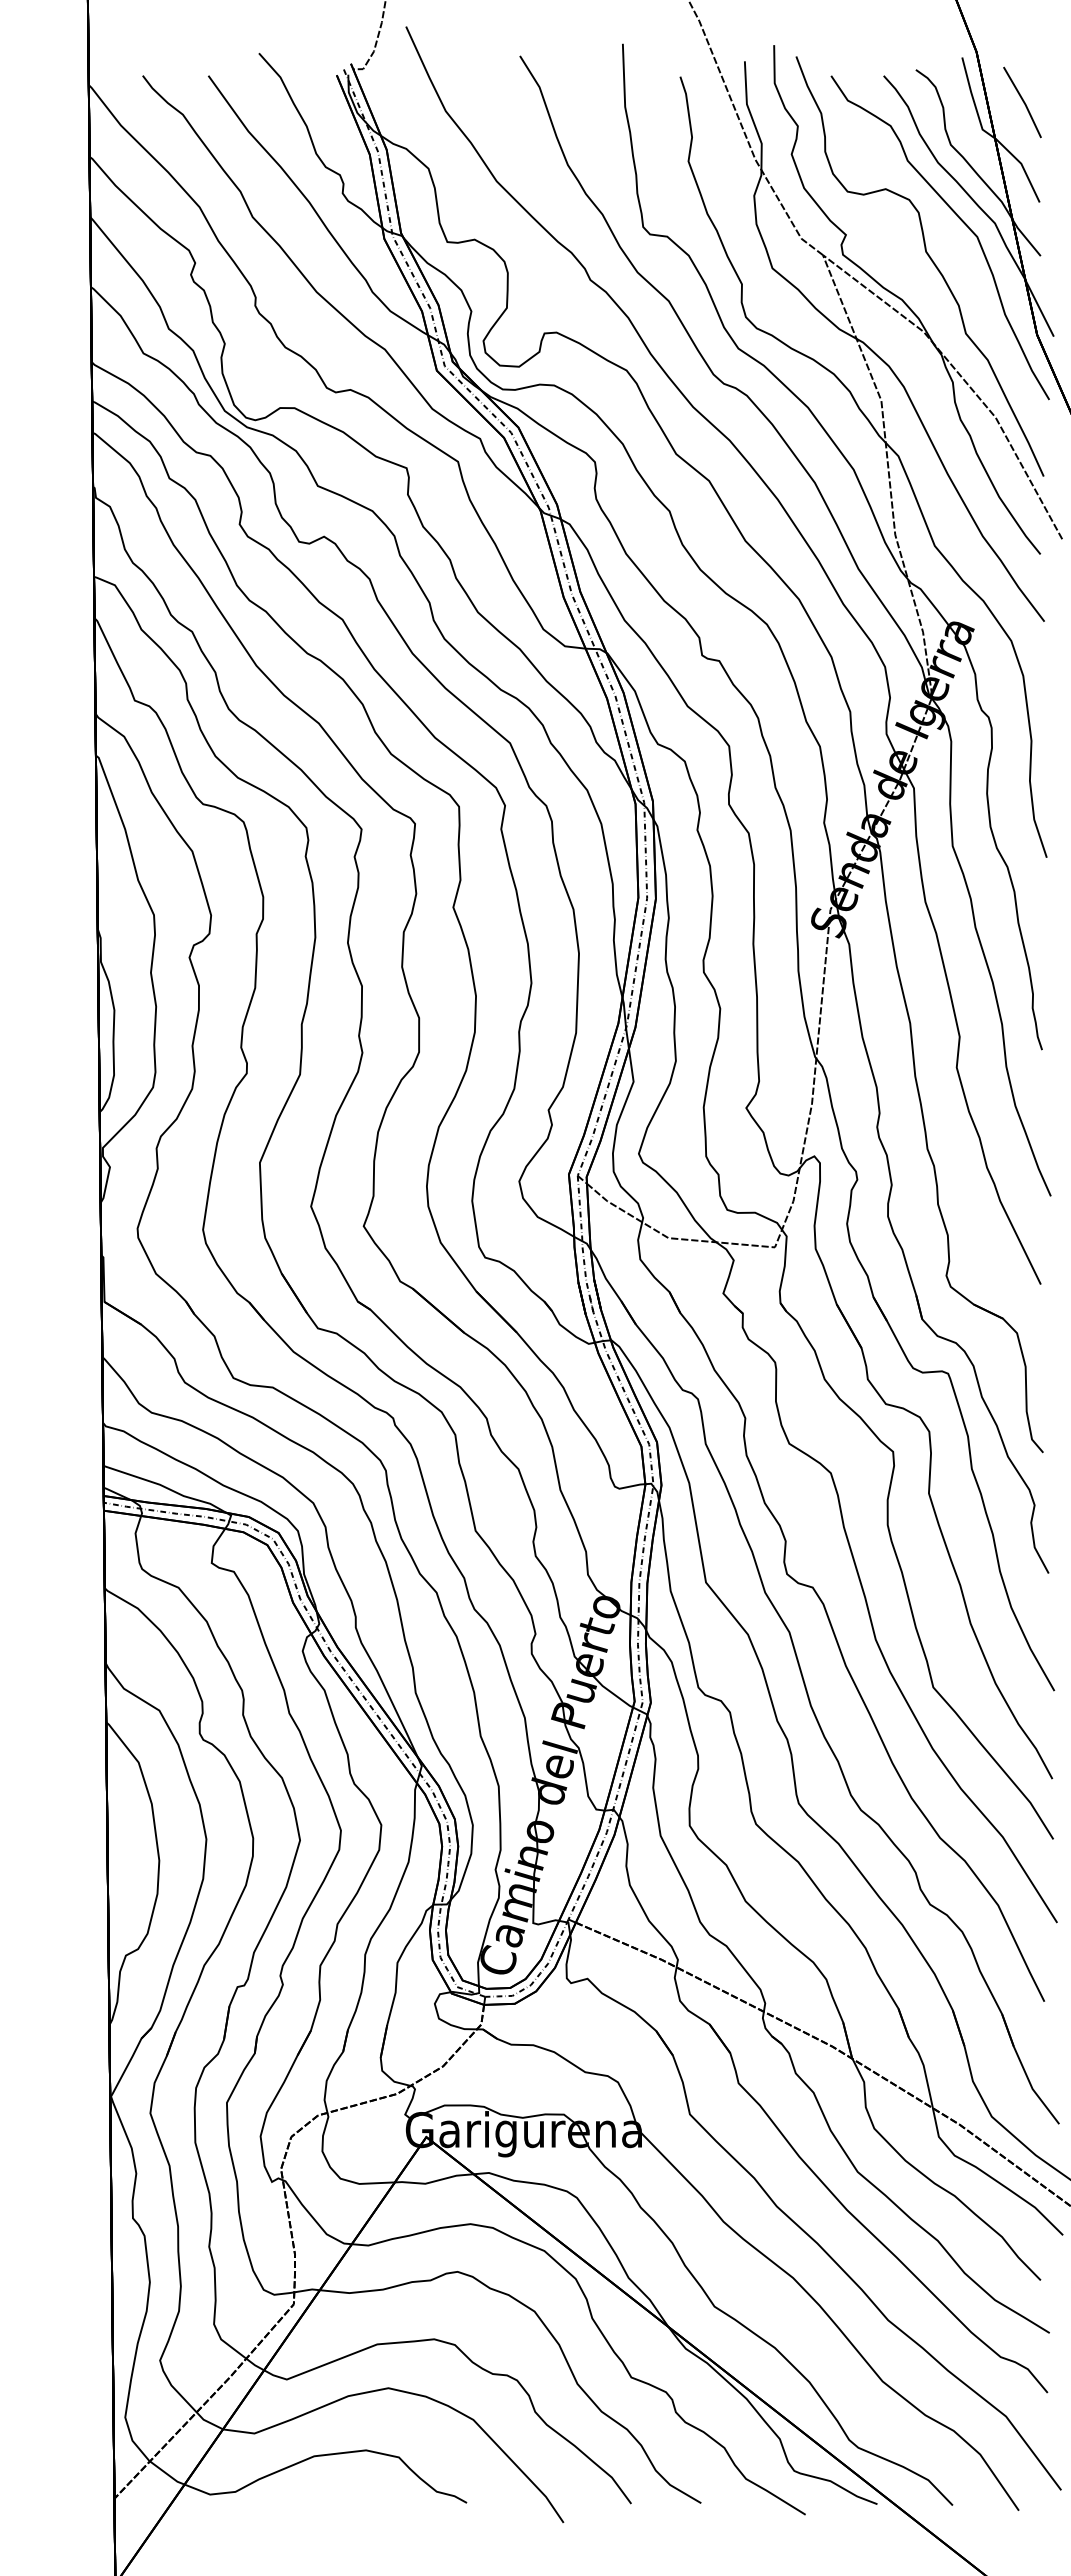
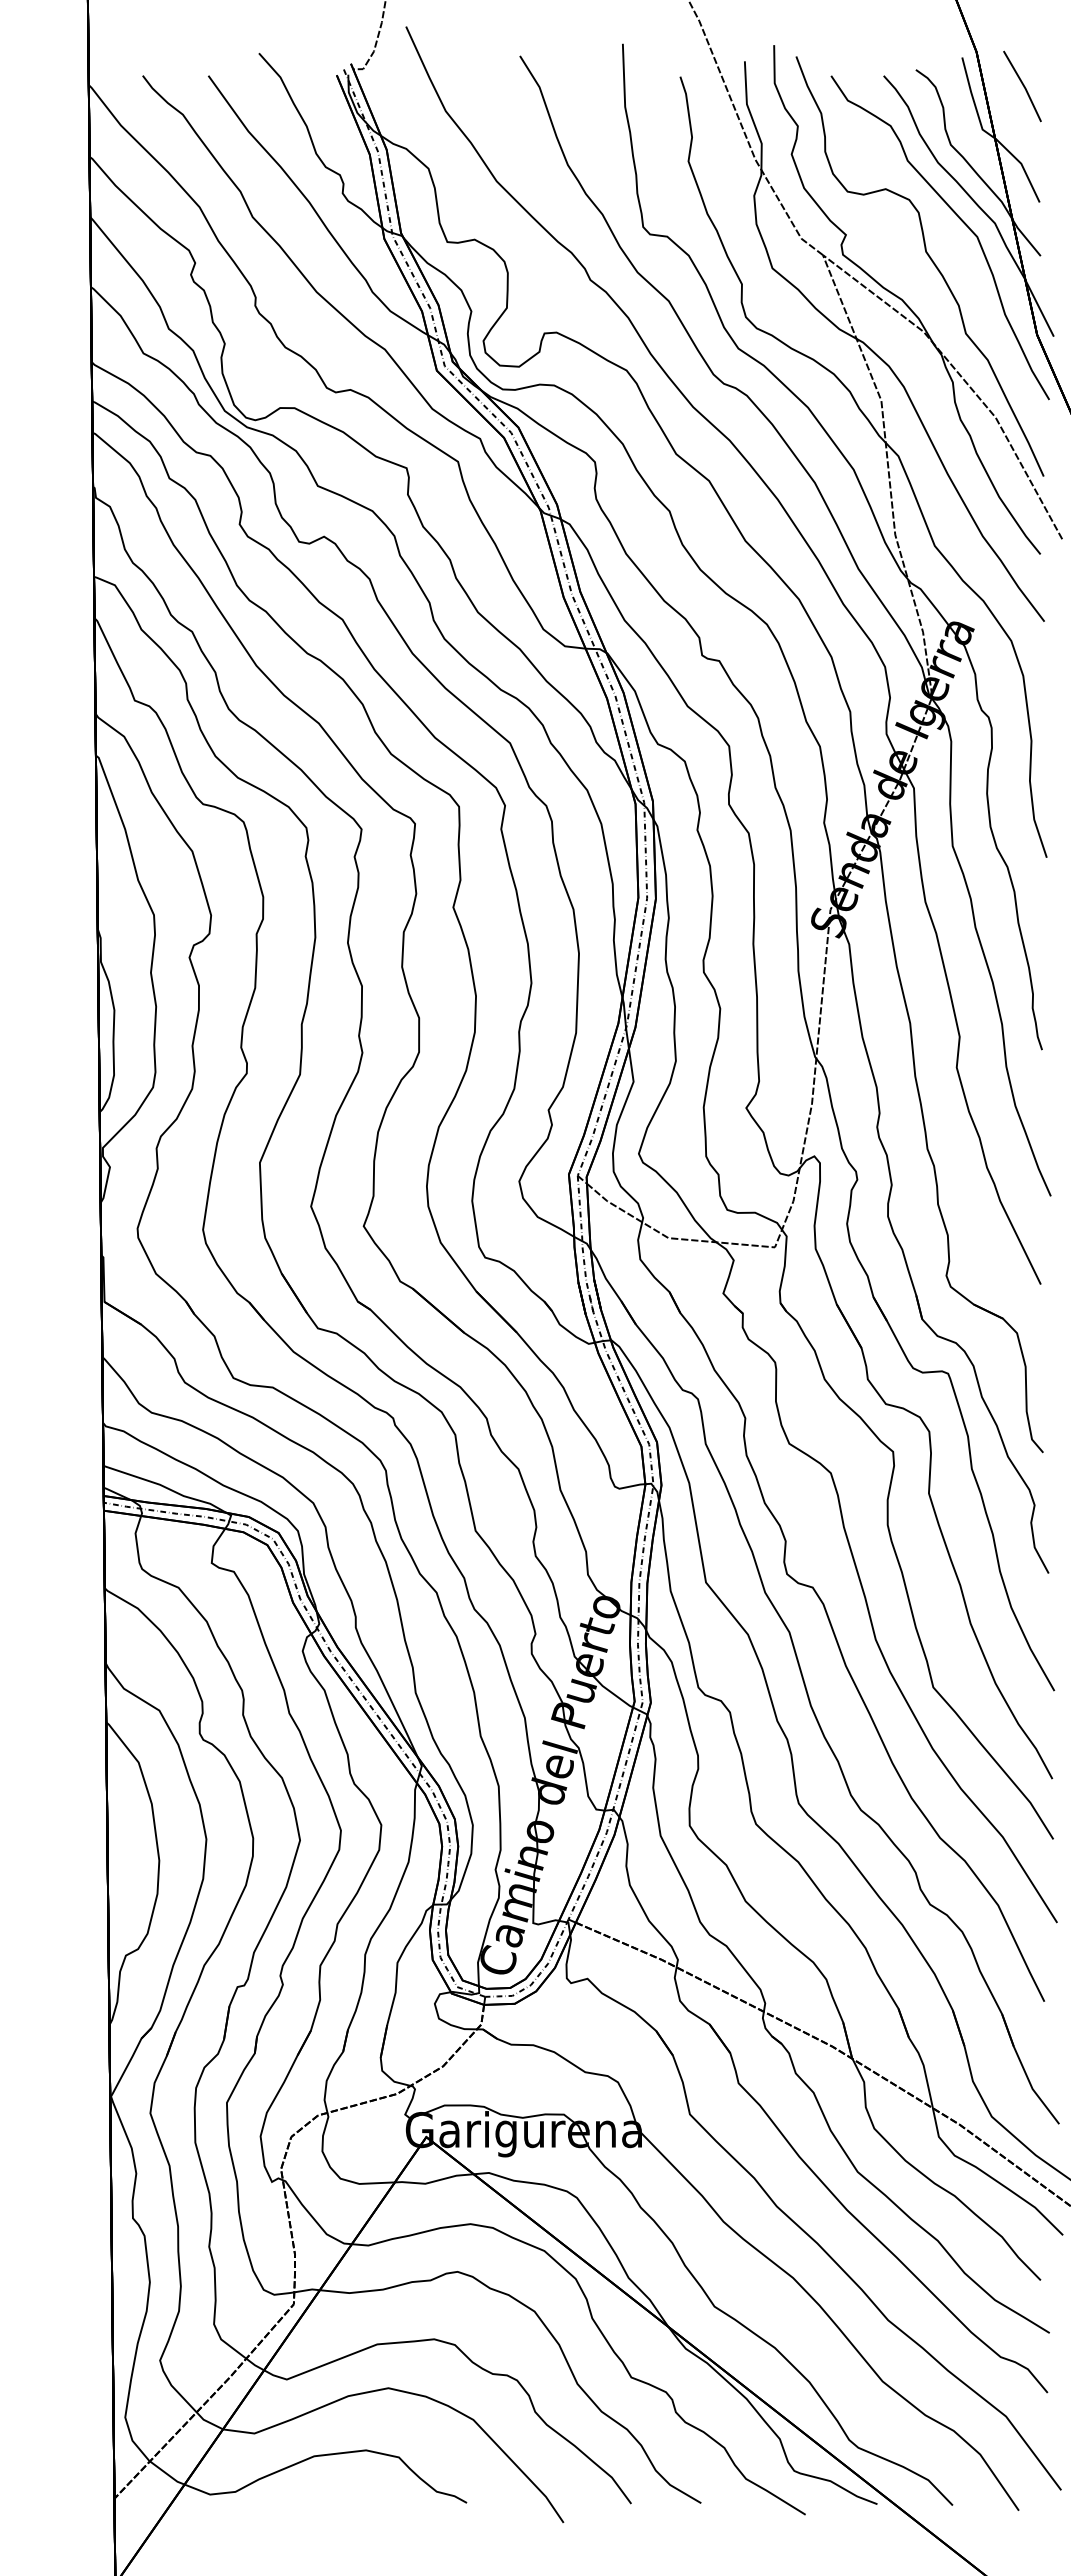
line at (1022, 101) position: (1022, 101) -> (1022, 85)
